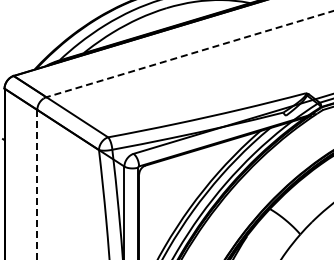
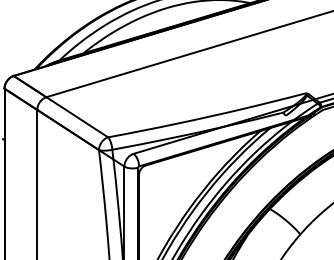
line at (189, 54): dashed -> solid
line at (37, 184): dashed -> solid
